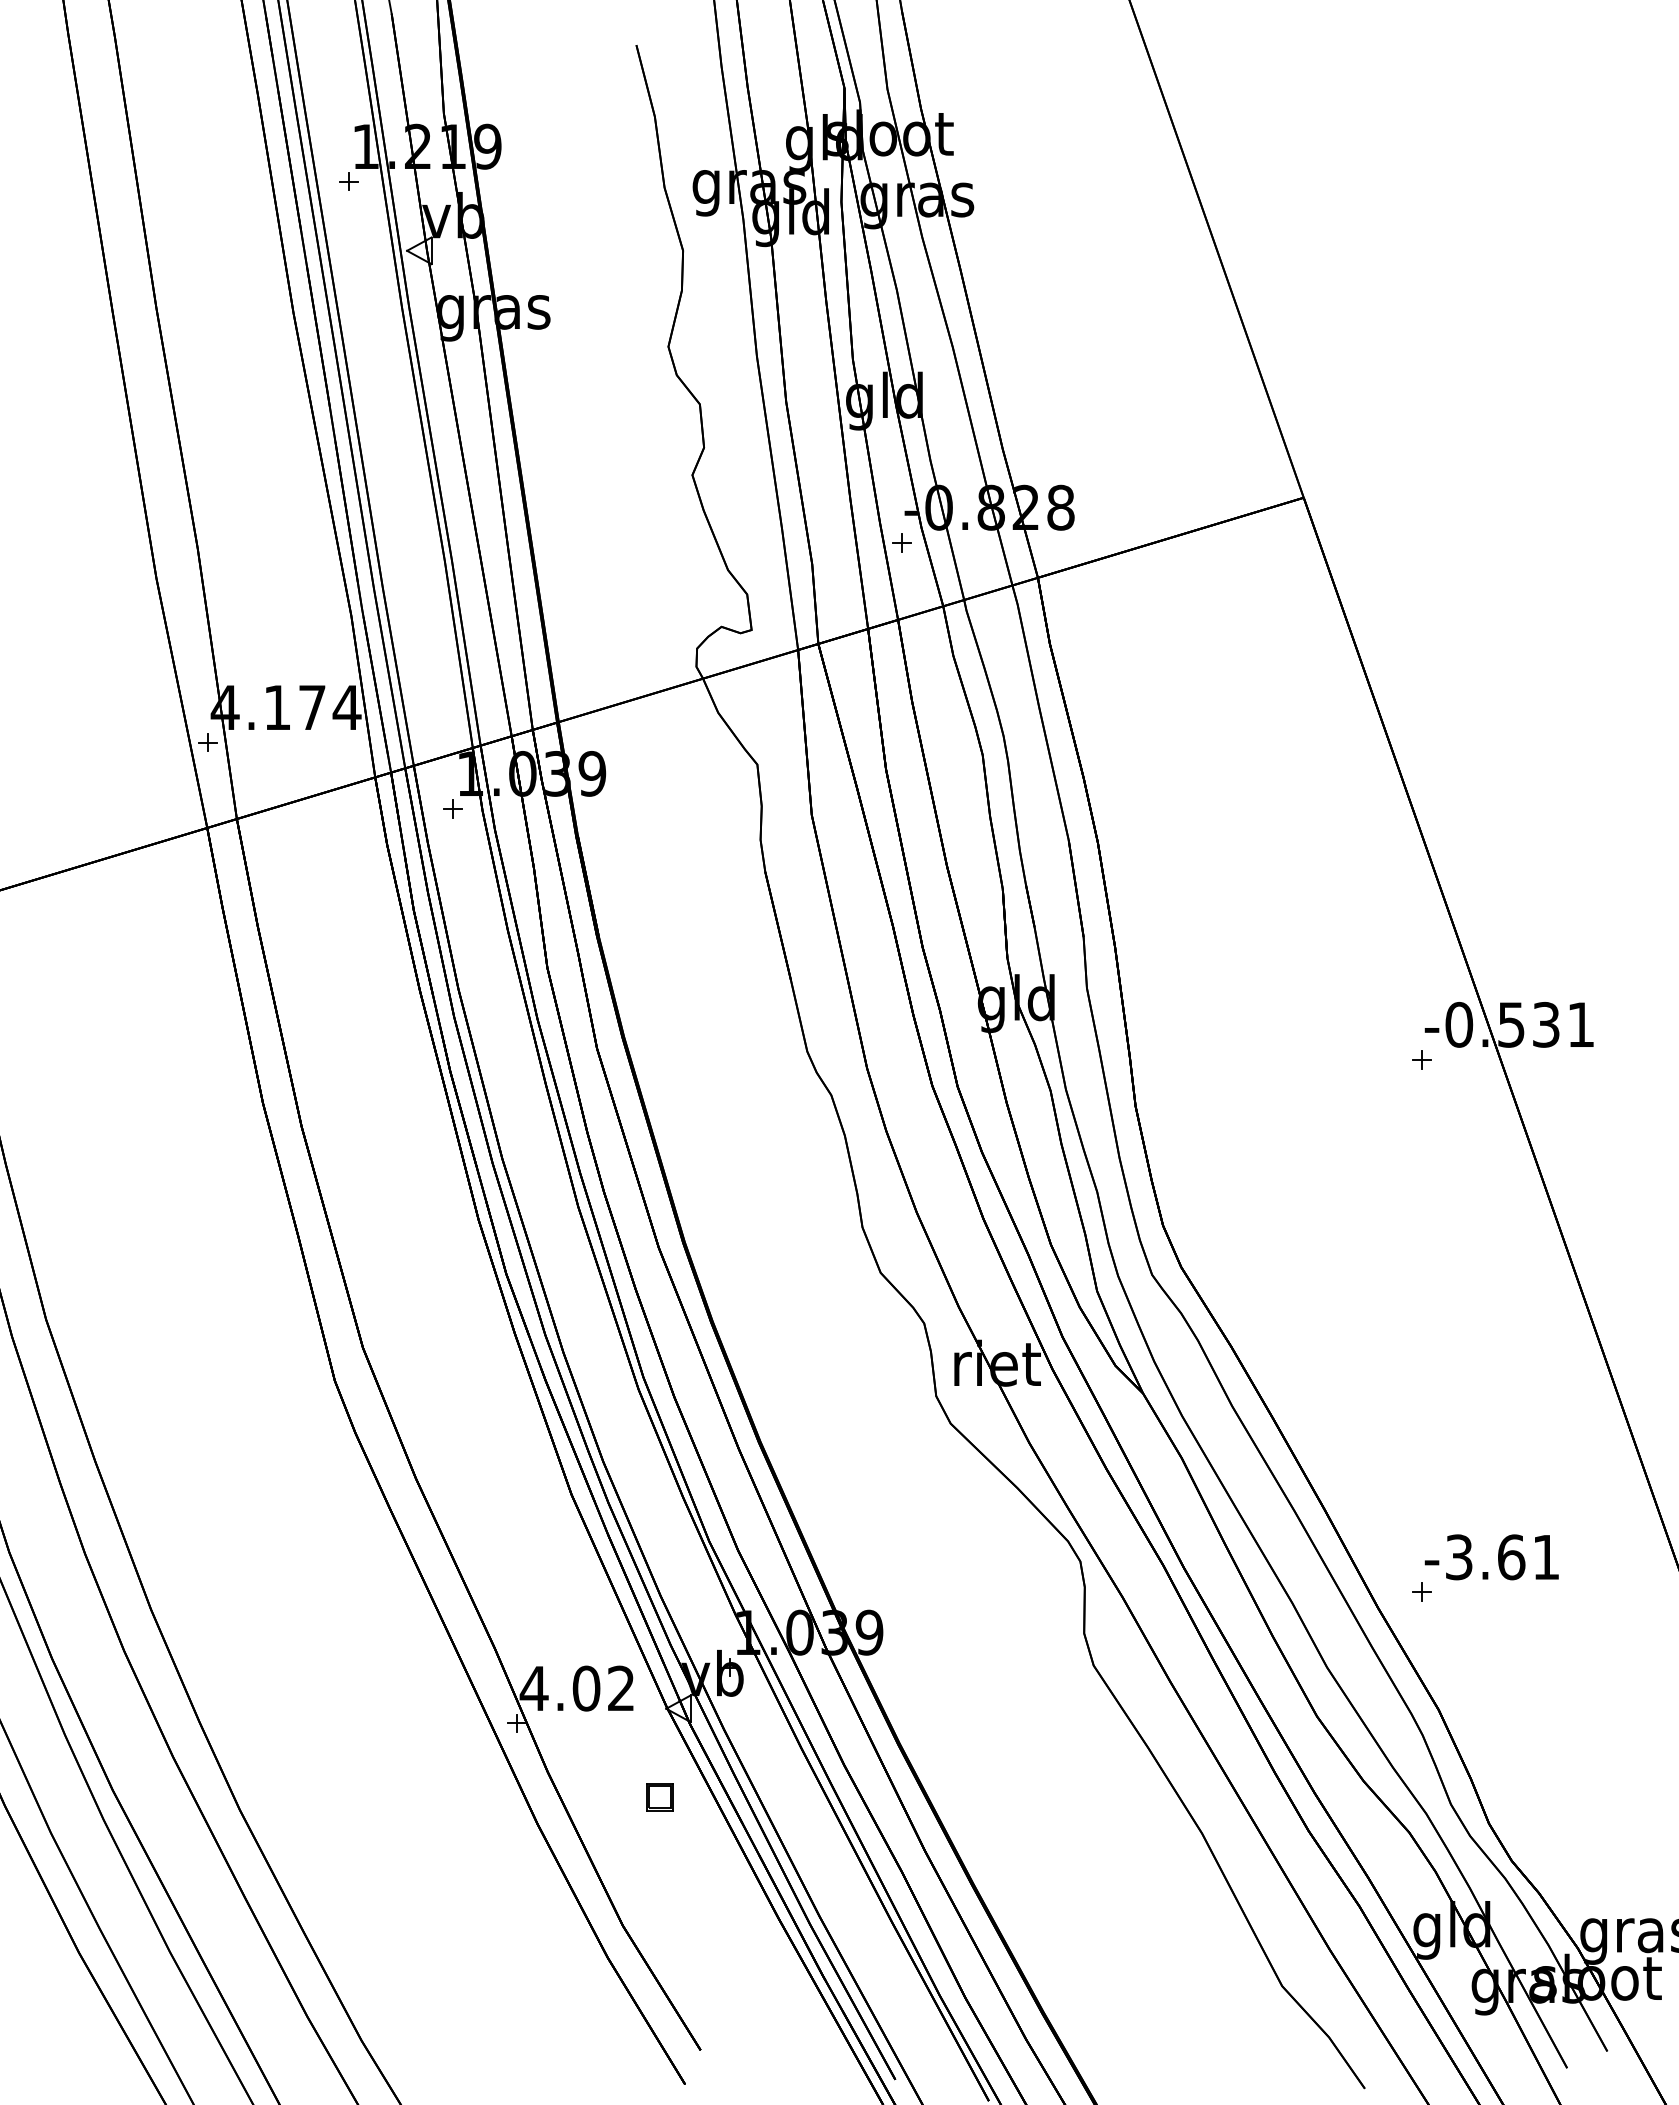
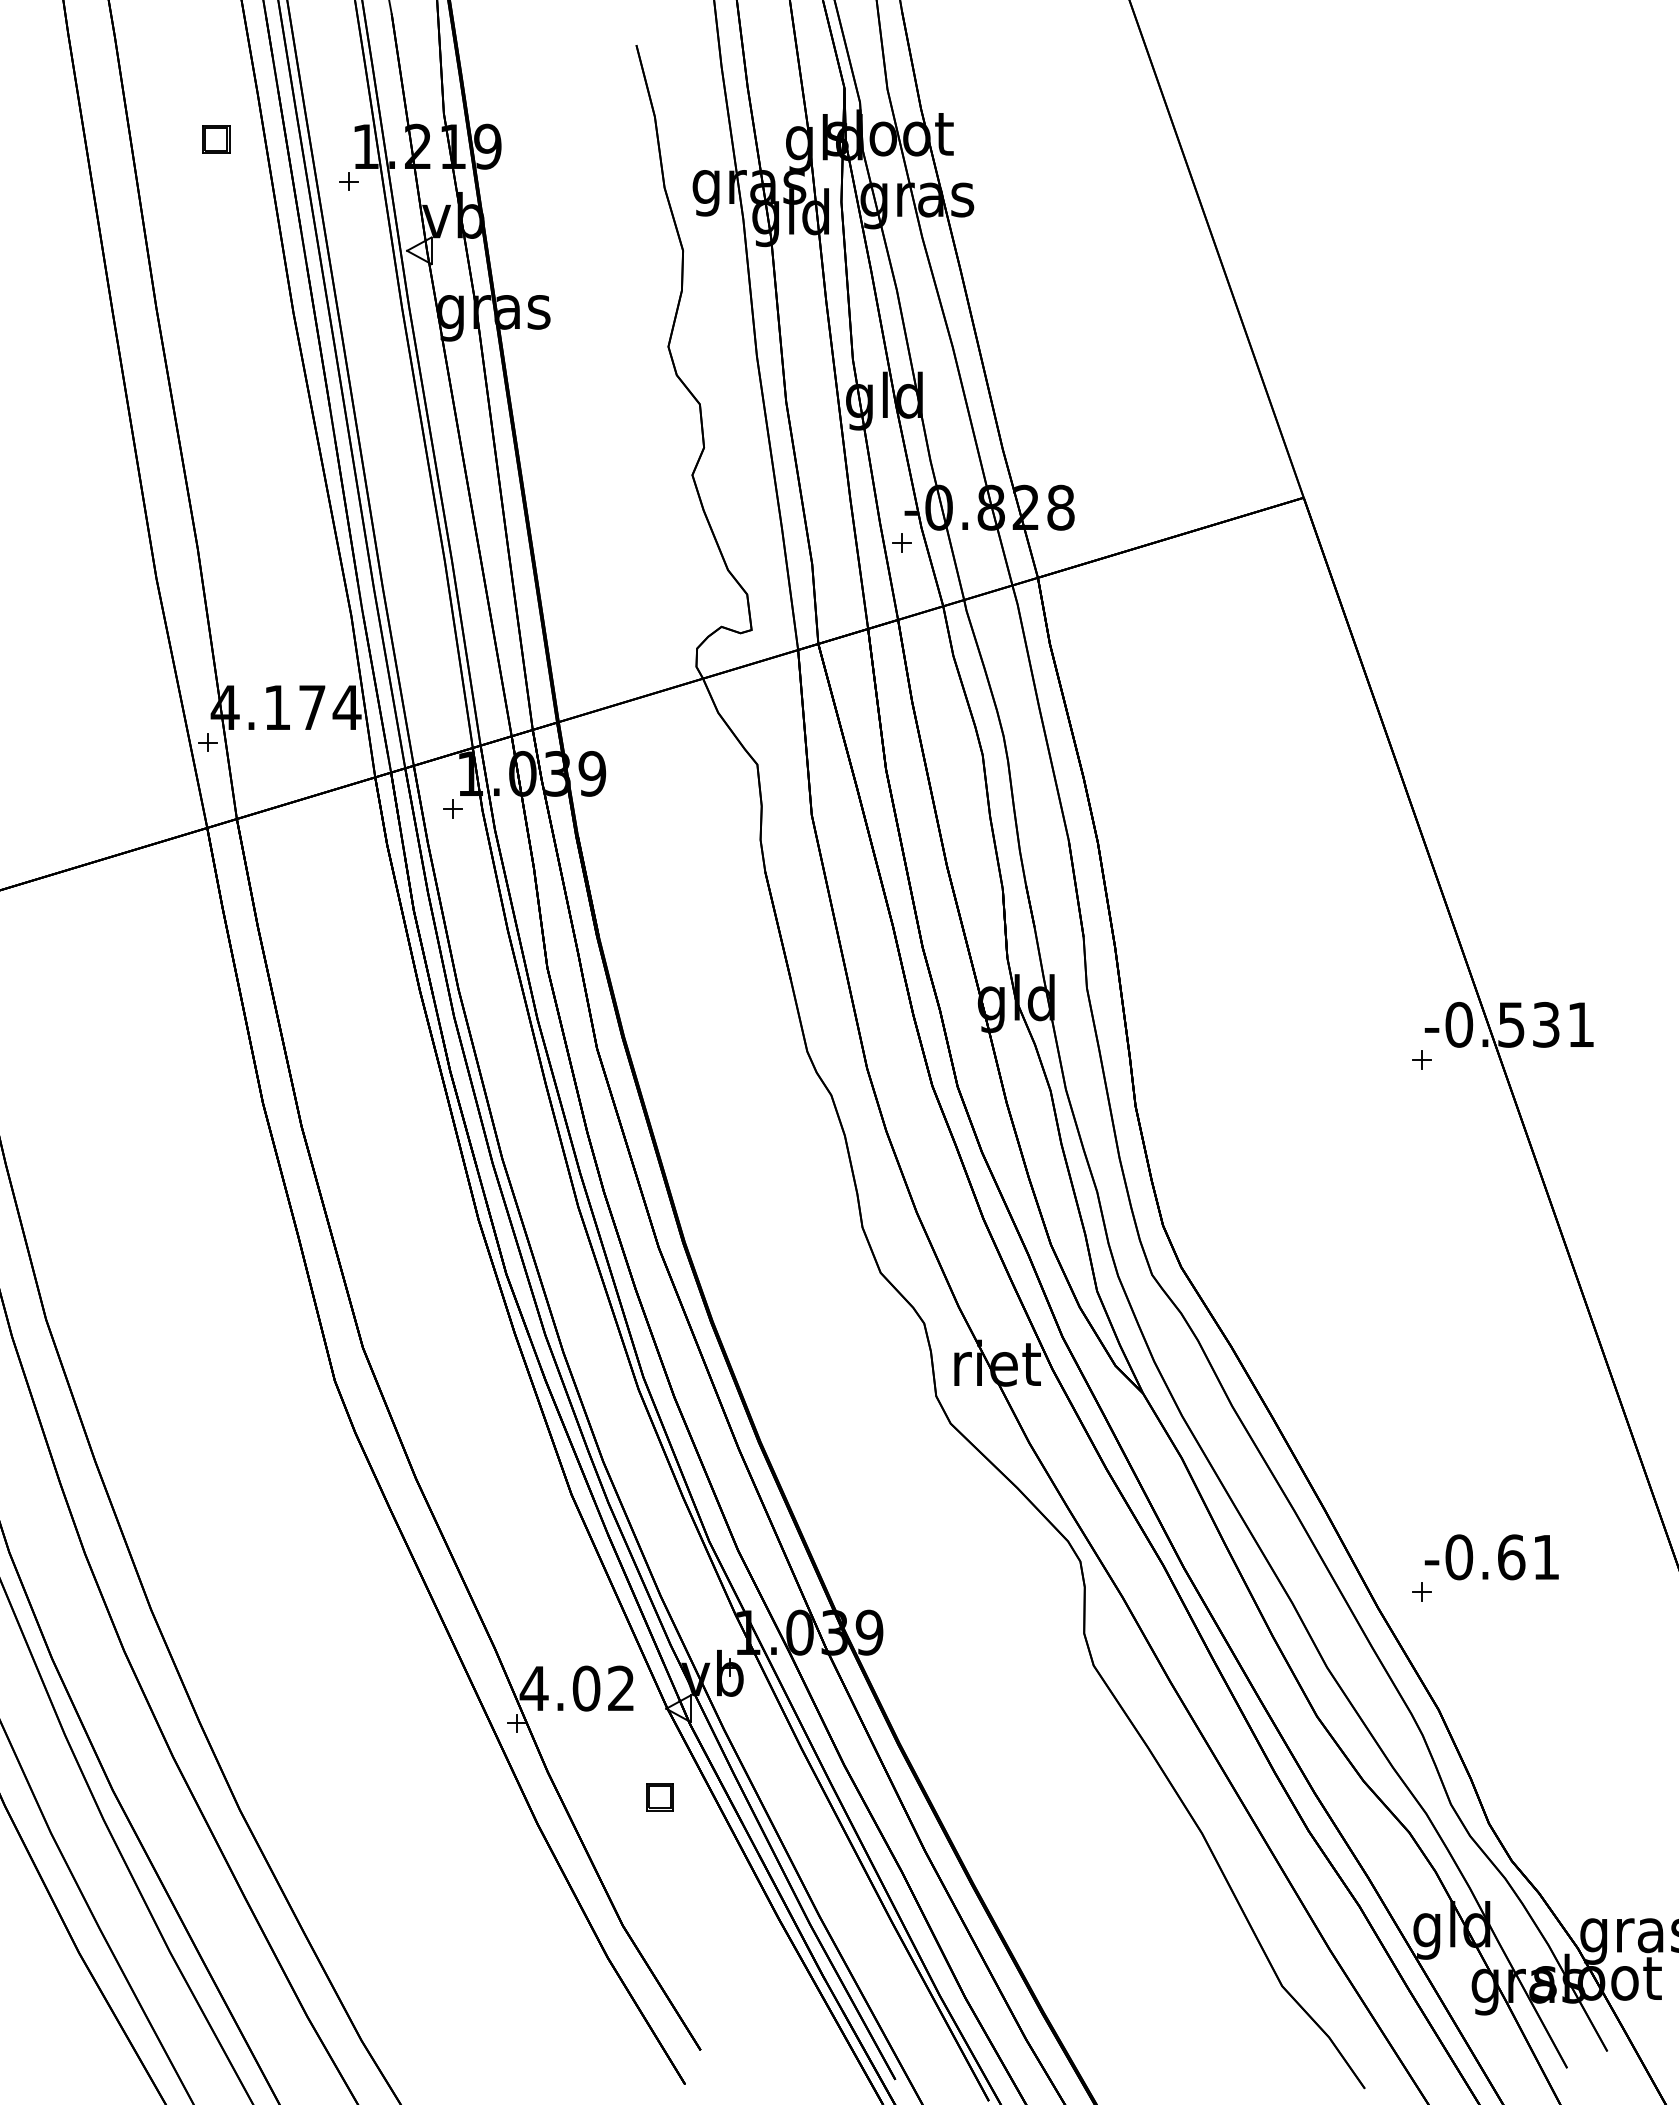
part at (216, 139): none -> present
text at (1459, 1557): -3.61 -> -0.61
